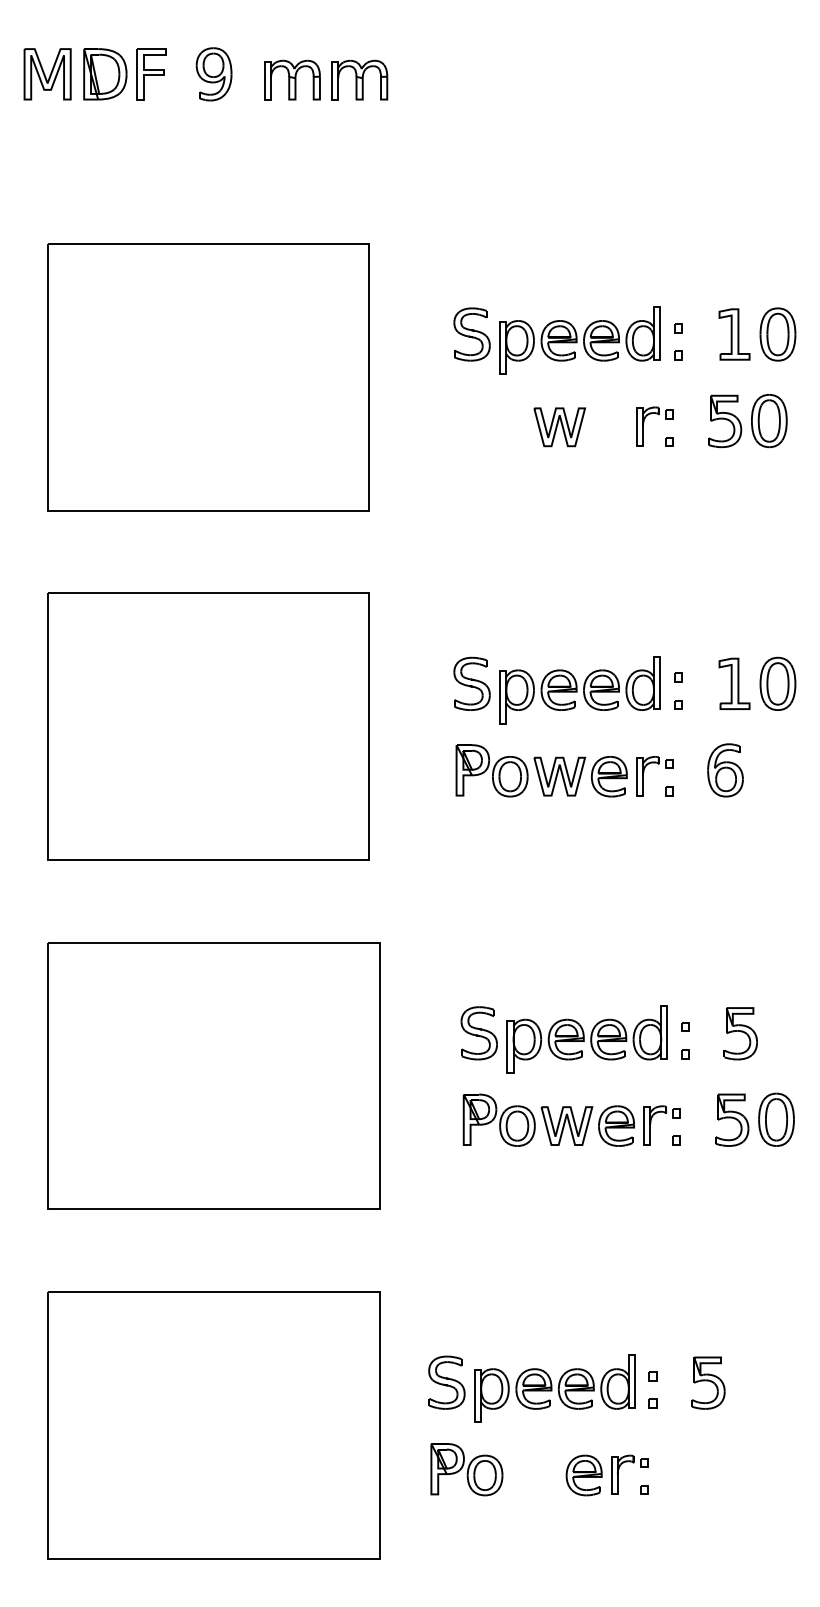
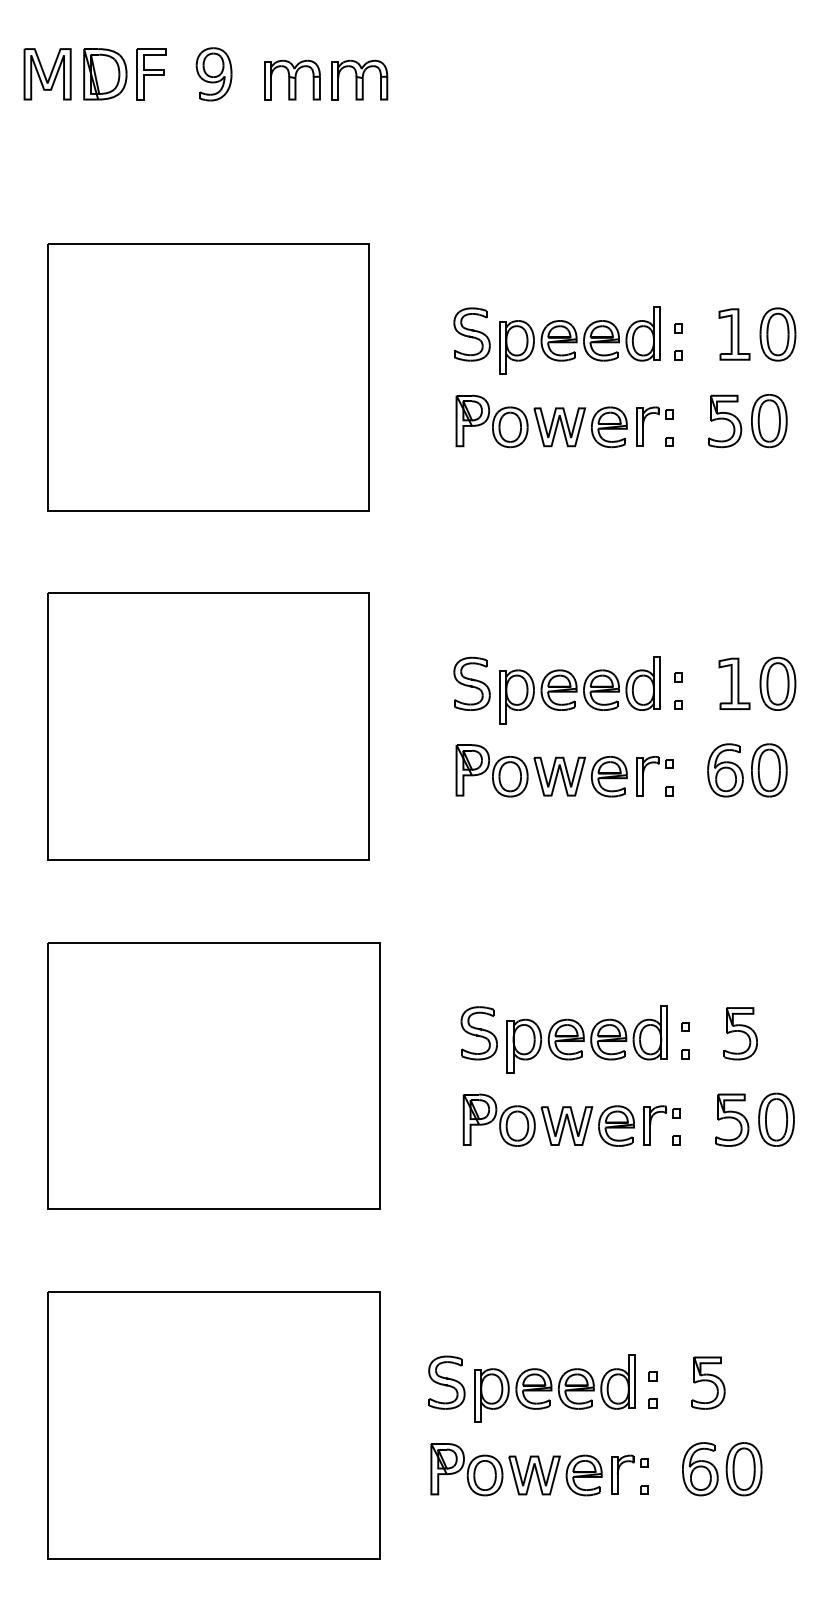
part at (491, 421): none -> present
part at (609, 427): none -> present
part at (769, 770): none -> present
part at (722, 1469): none -> present
part at (534, 1475): none -> present
